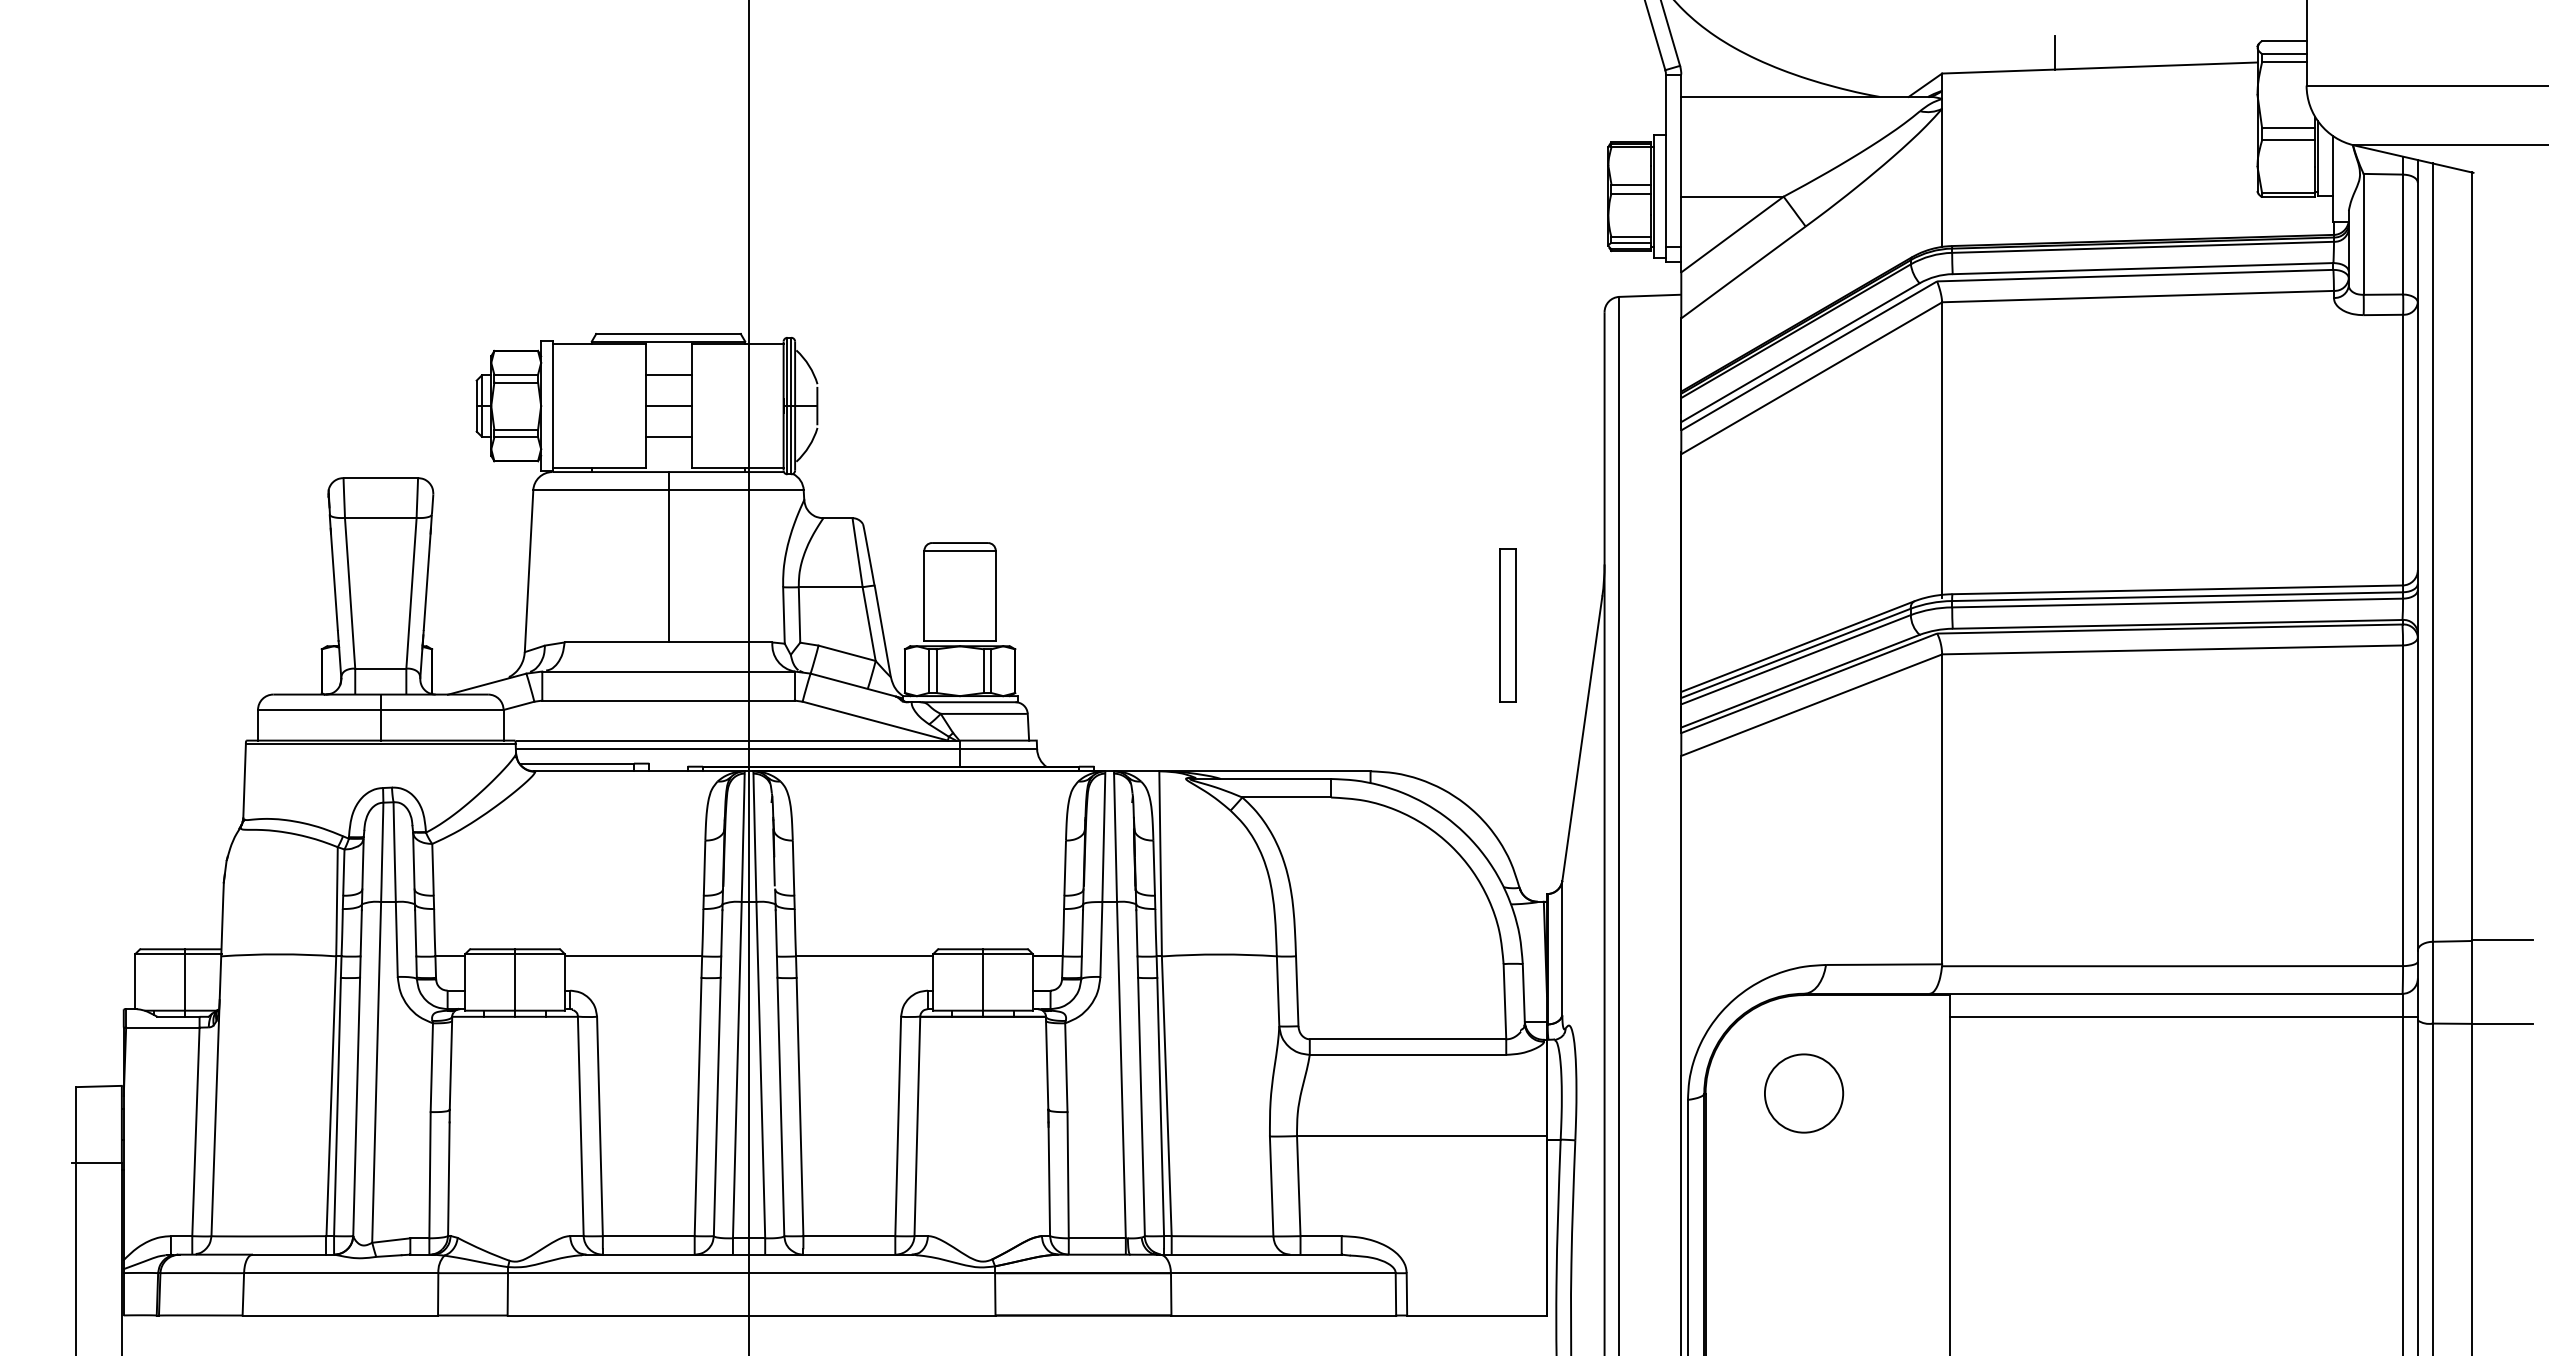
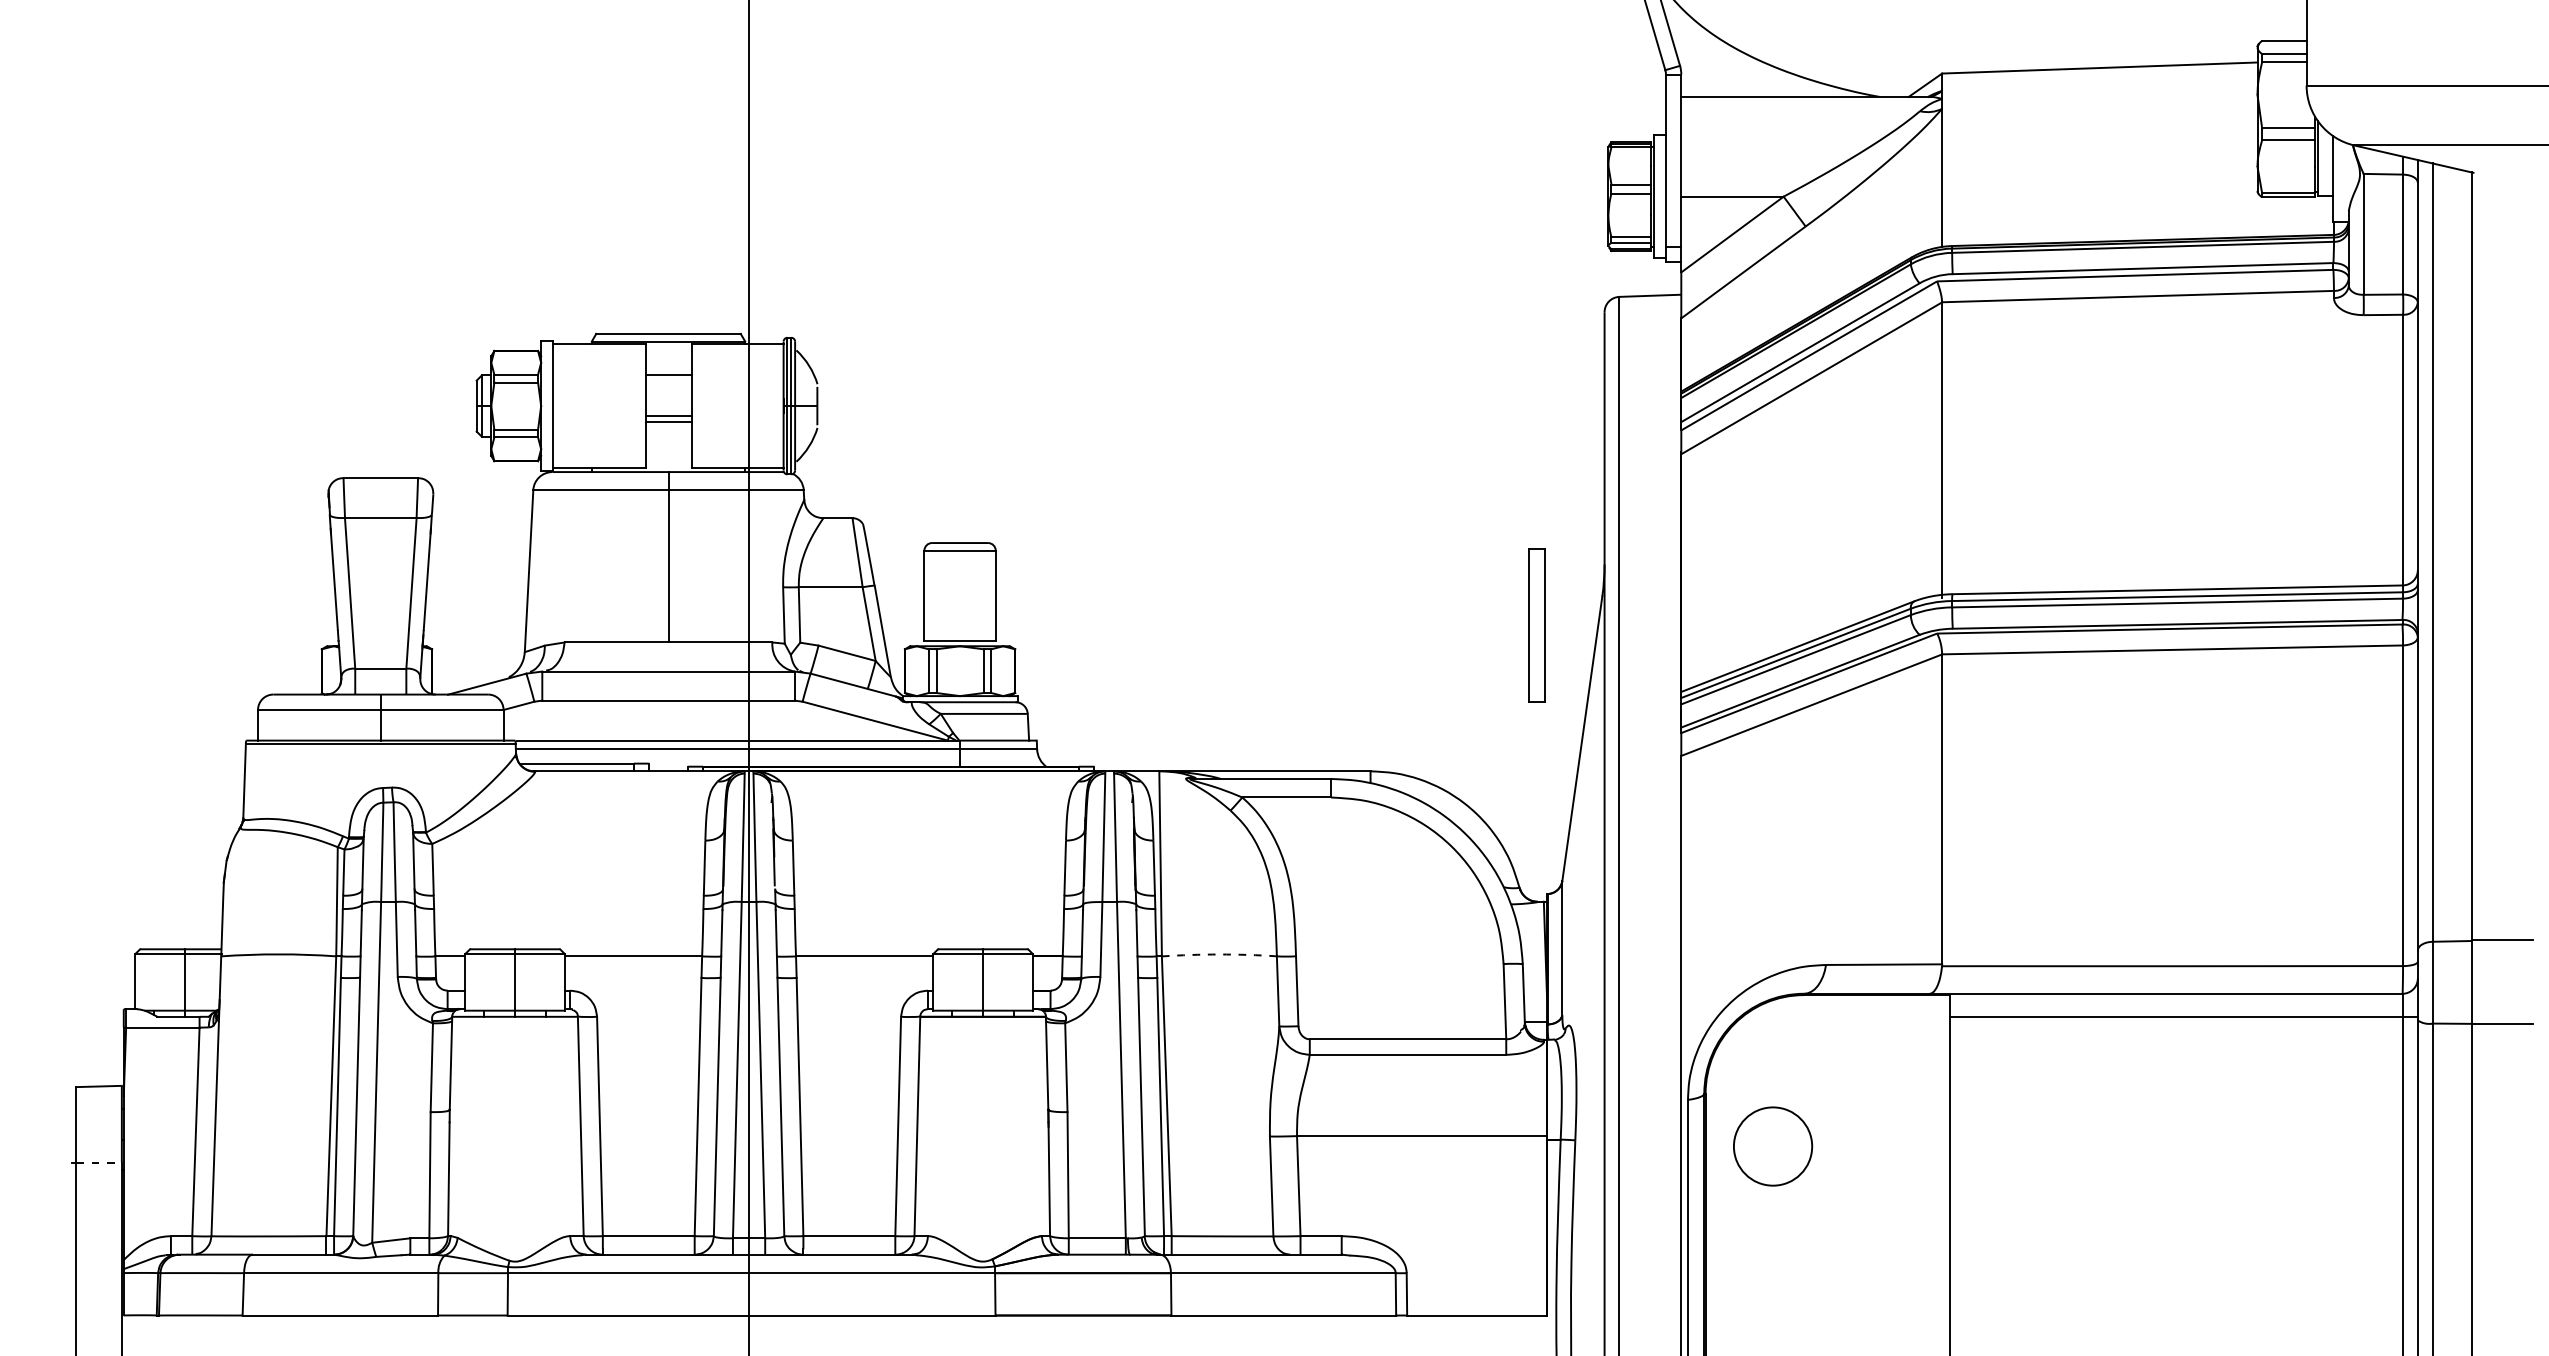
line at (2054, 52): present -> none
line at (668, 406) position: (668, 406) -> (668, 422)
line at (668, 436) position: (668, 436) -> (668, 415)
part at (1507, 625) position: (1507, 625) -> (1536, 625)
arc at (1219, 954): solid -> dashed
circle at (1804, 1093) position: (1804, 1093) -> (1773, 1146)
line at (99, 1162): solid -> dashed
